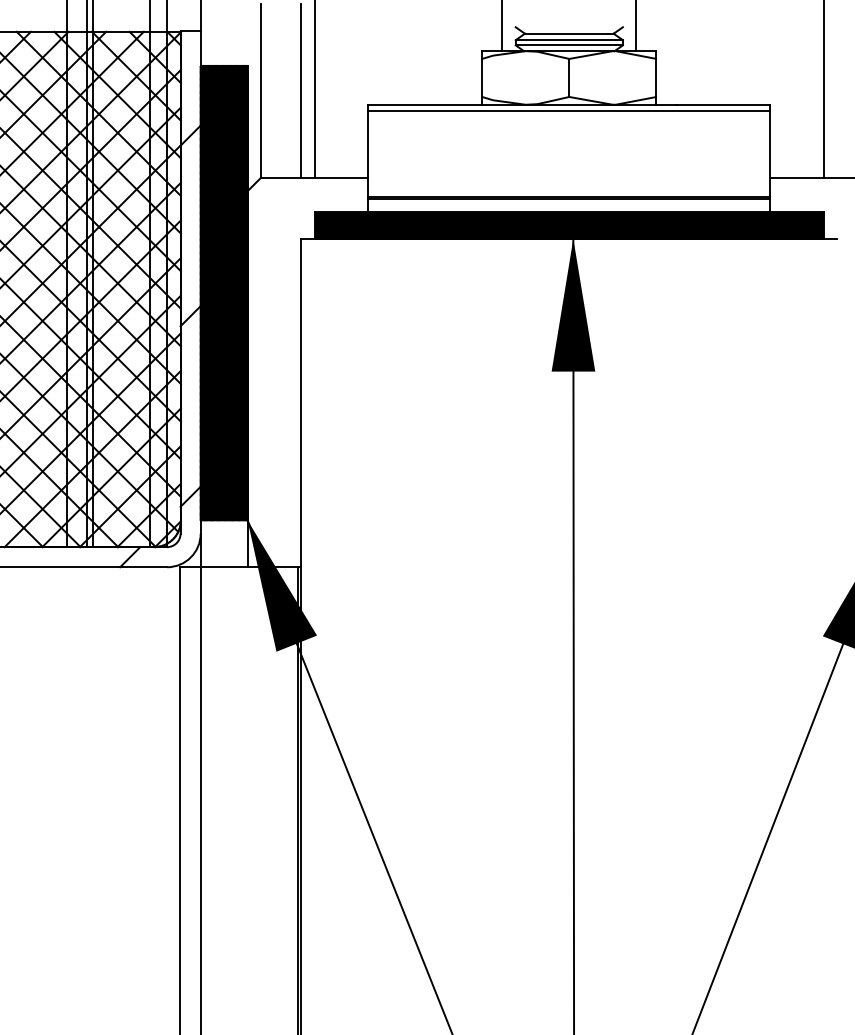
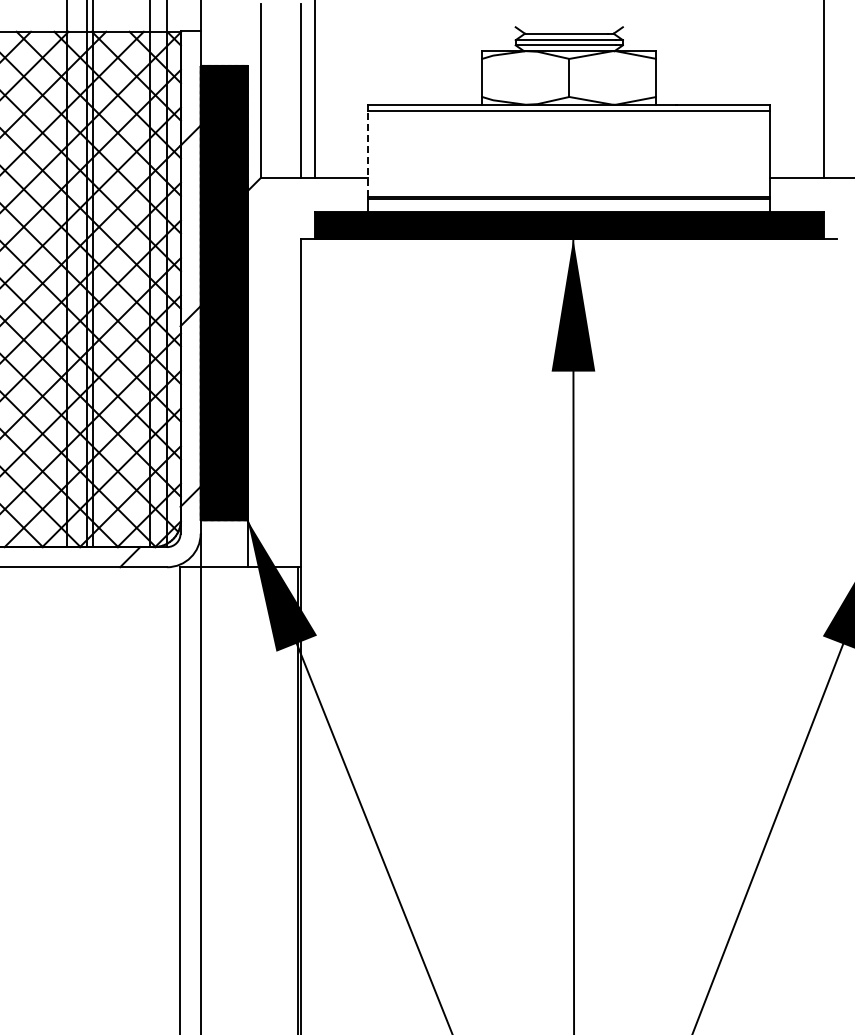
line at (502, 26): present -> none
line at (636, 26): present -> none
line at (368, 154): solid -> dashed
